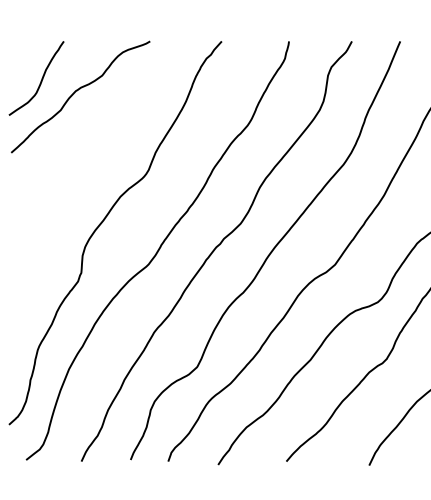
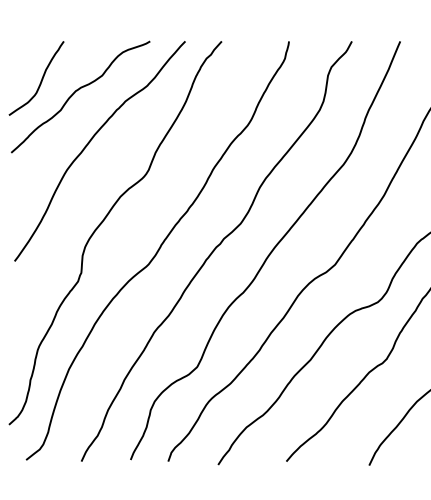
curve at (90, 142): none -> present
